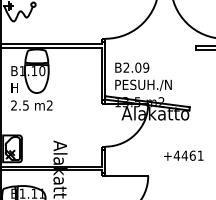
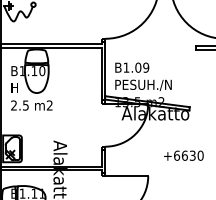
text at (126, 67): B2.09 -> B1.09
text at (188, 155): +4461 -> +6630
